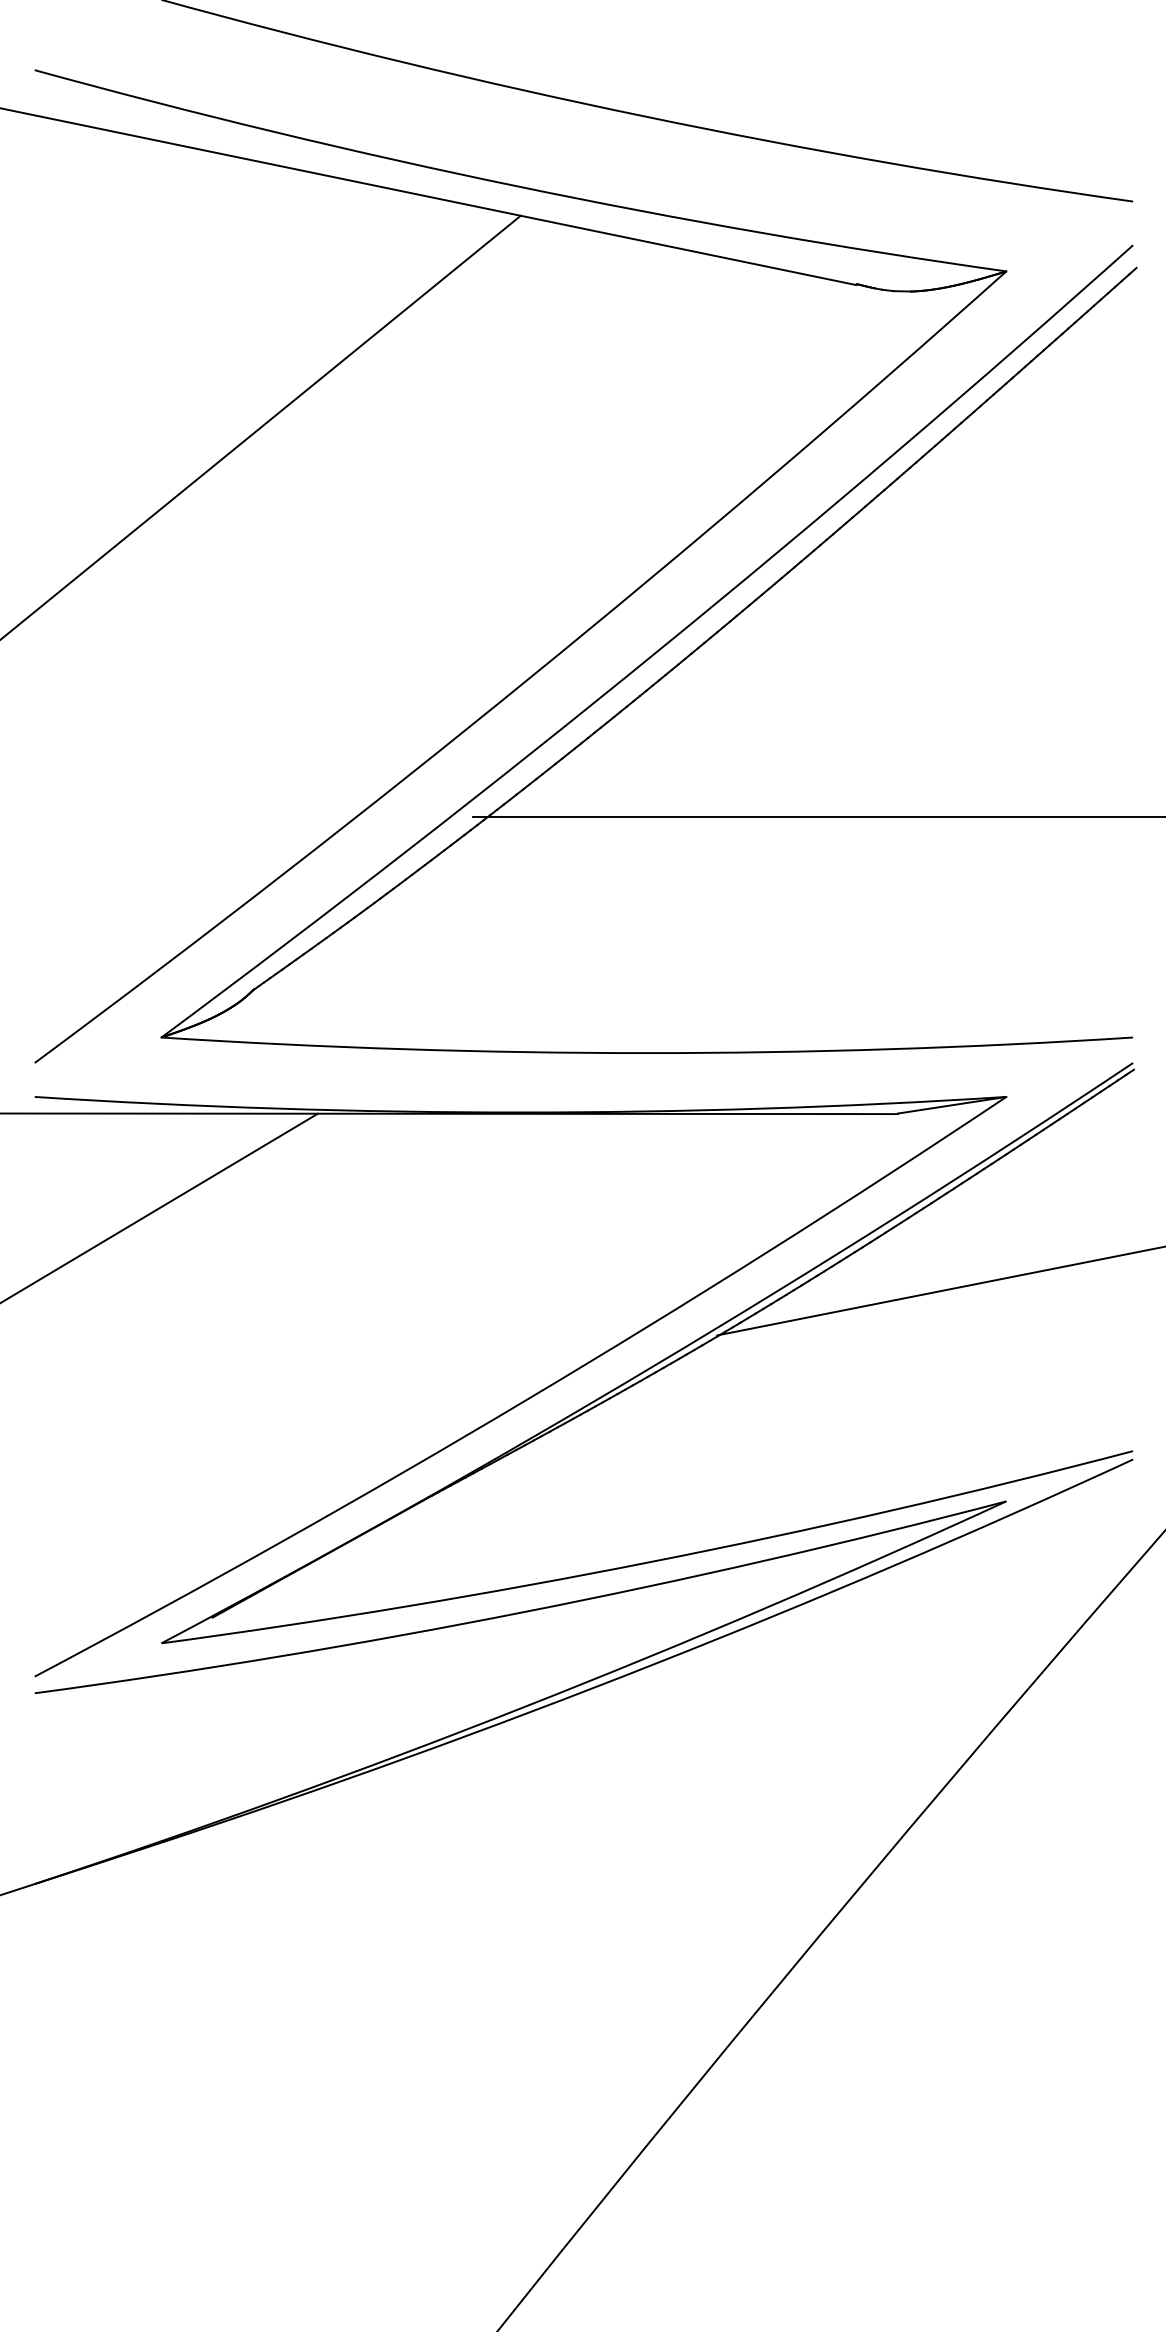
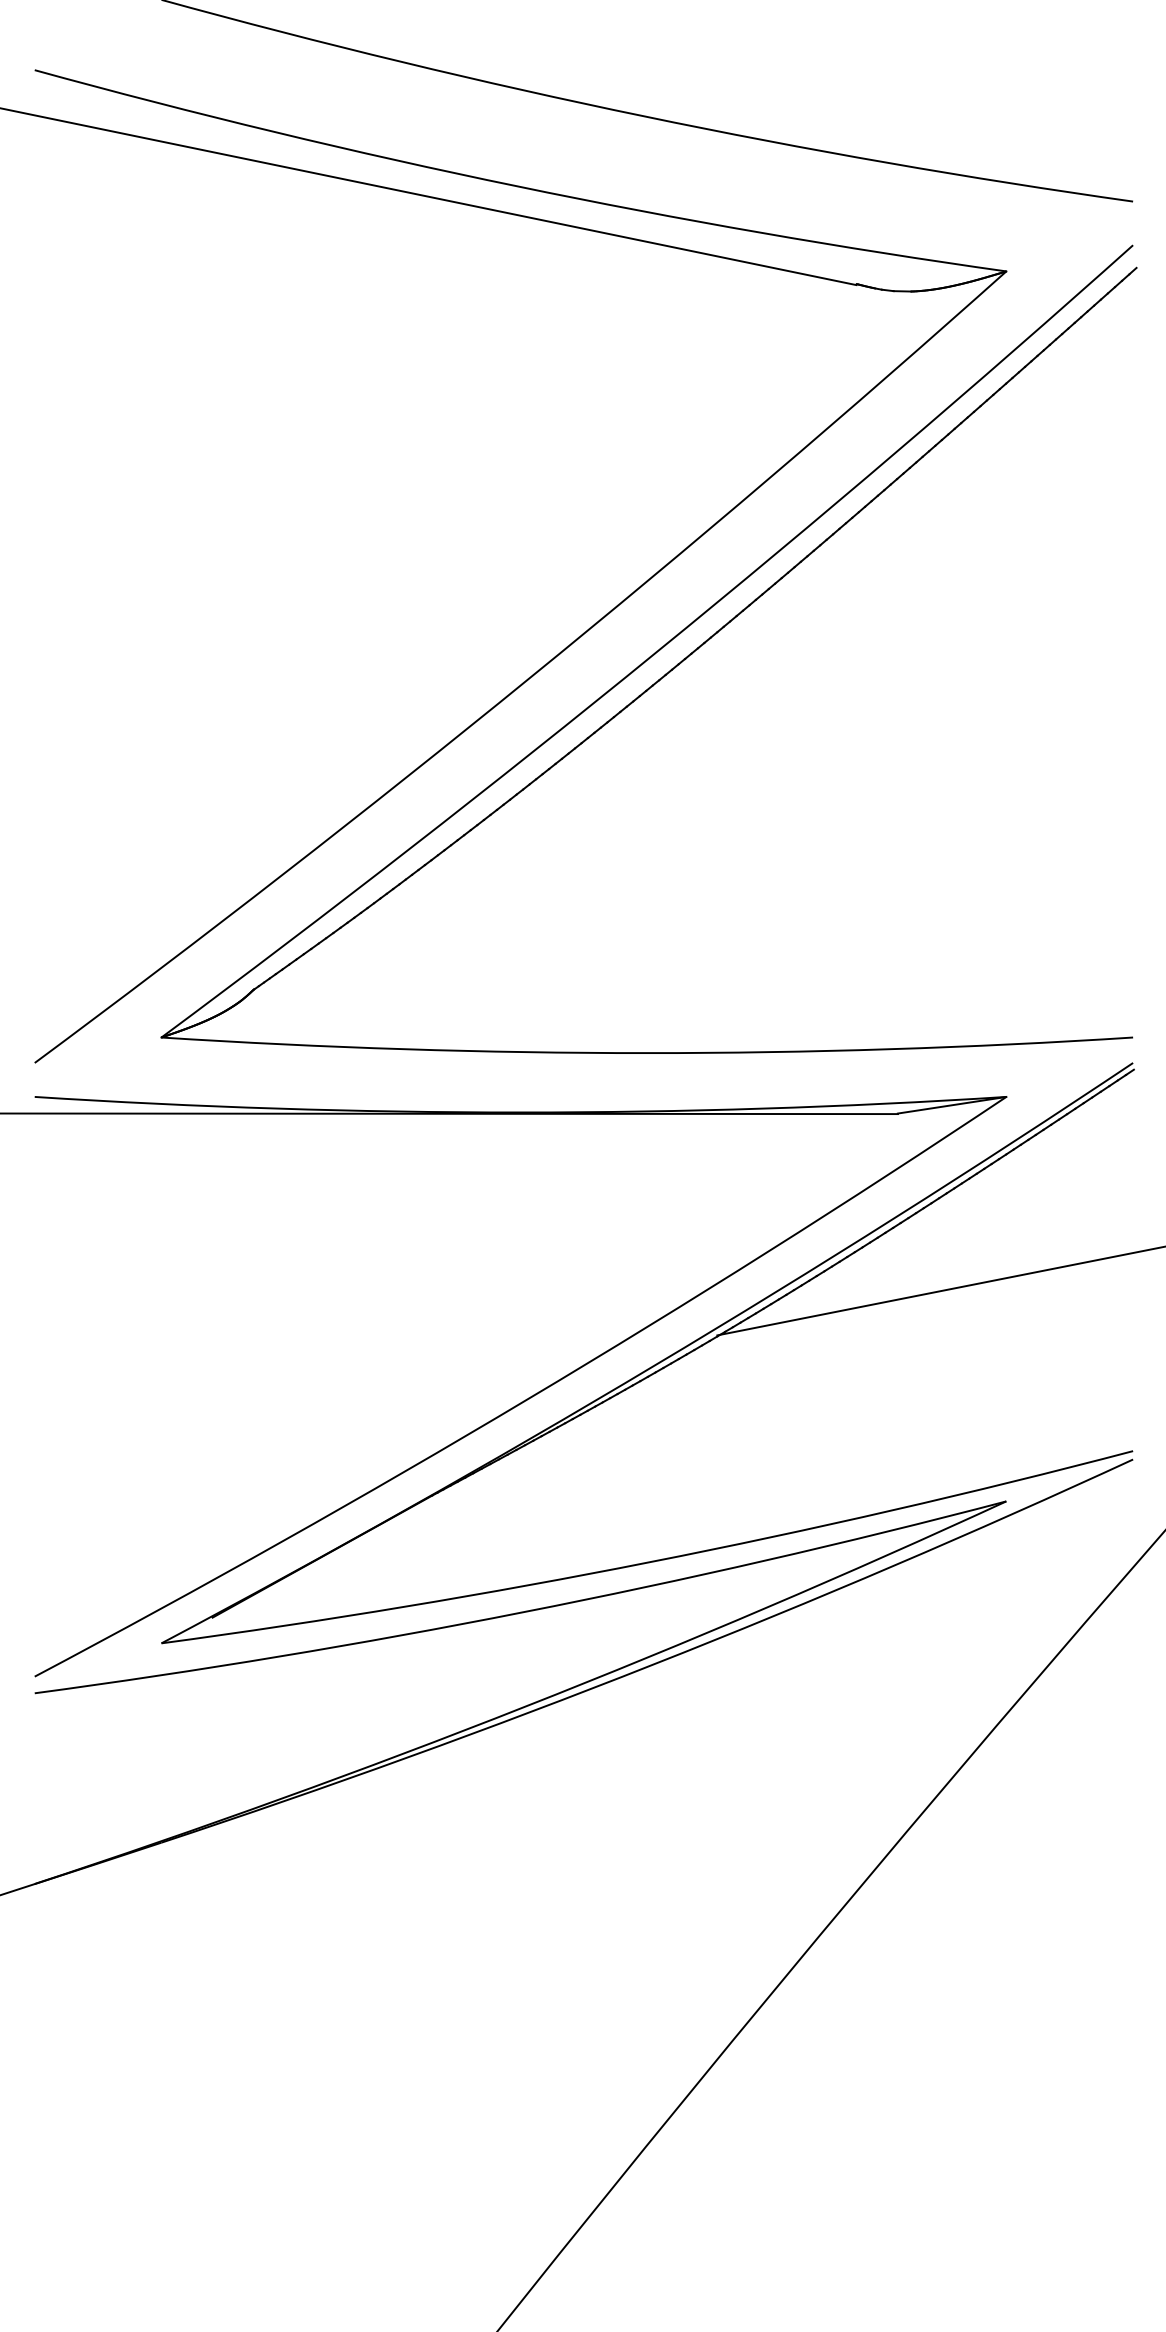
line at (261, 426): present -> none
line at (817, 817): present -> none
line at (159, 1207): present -> none
